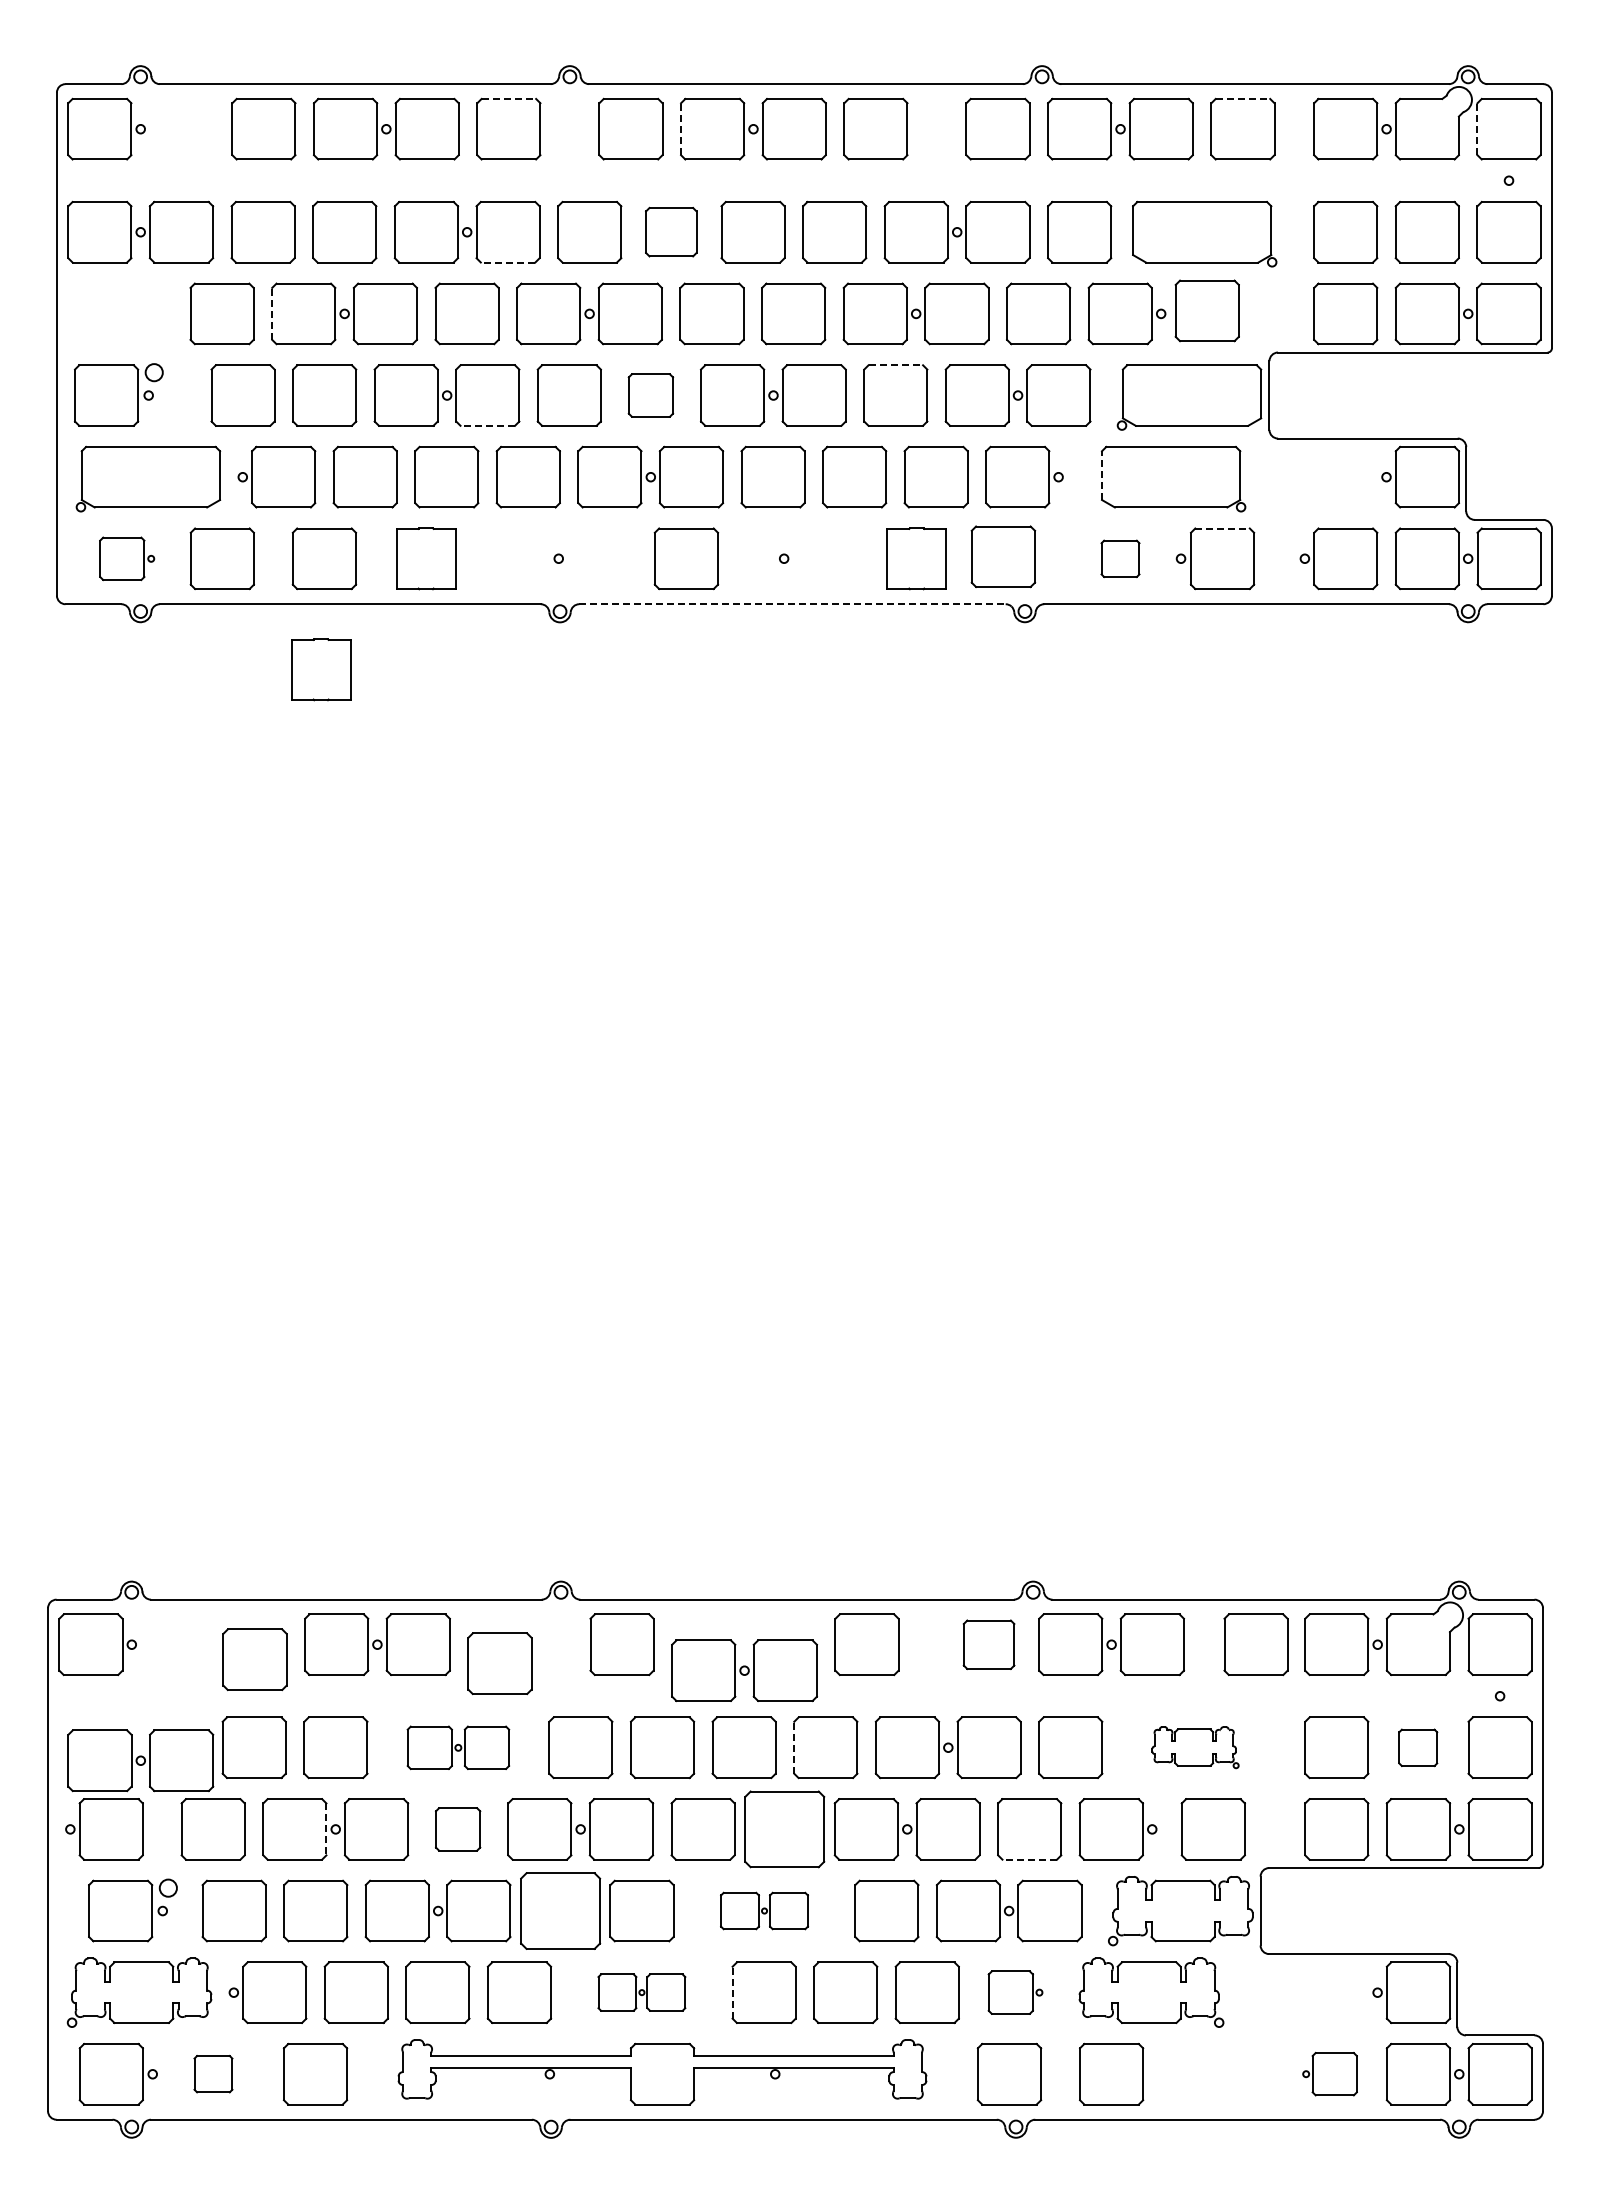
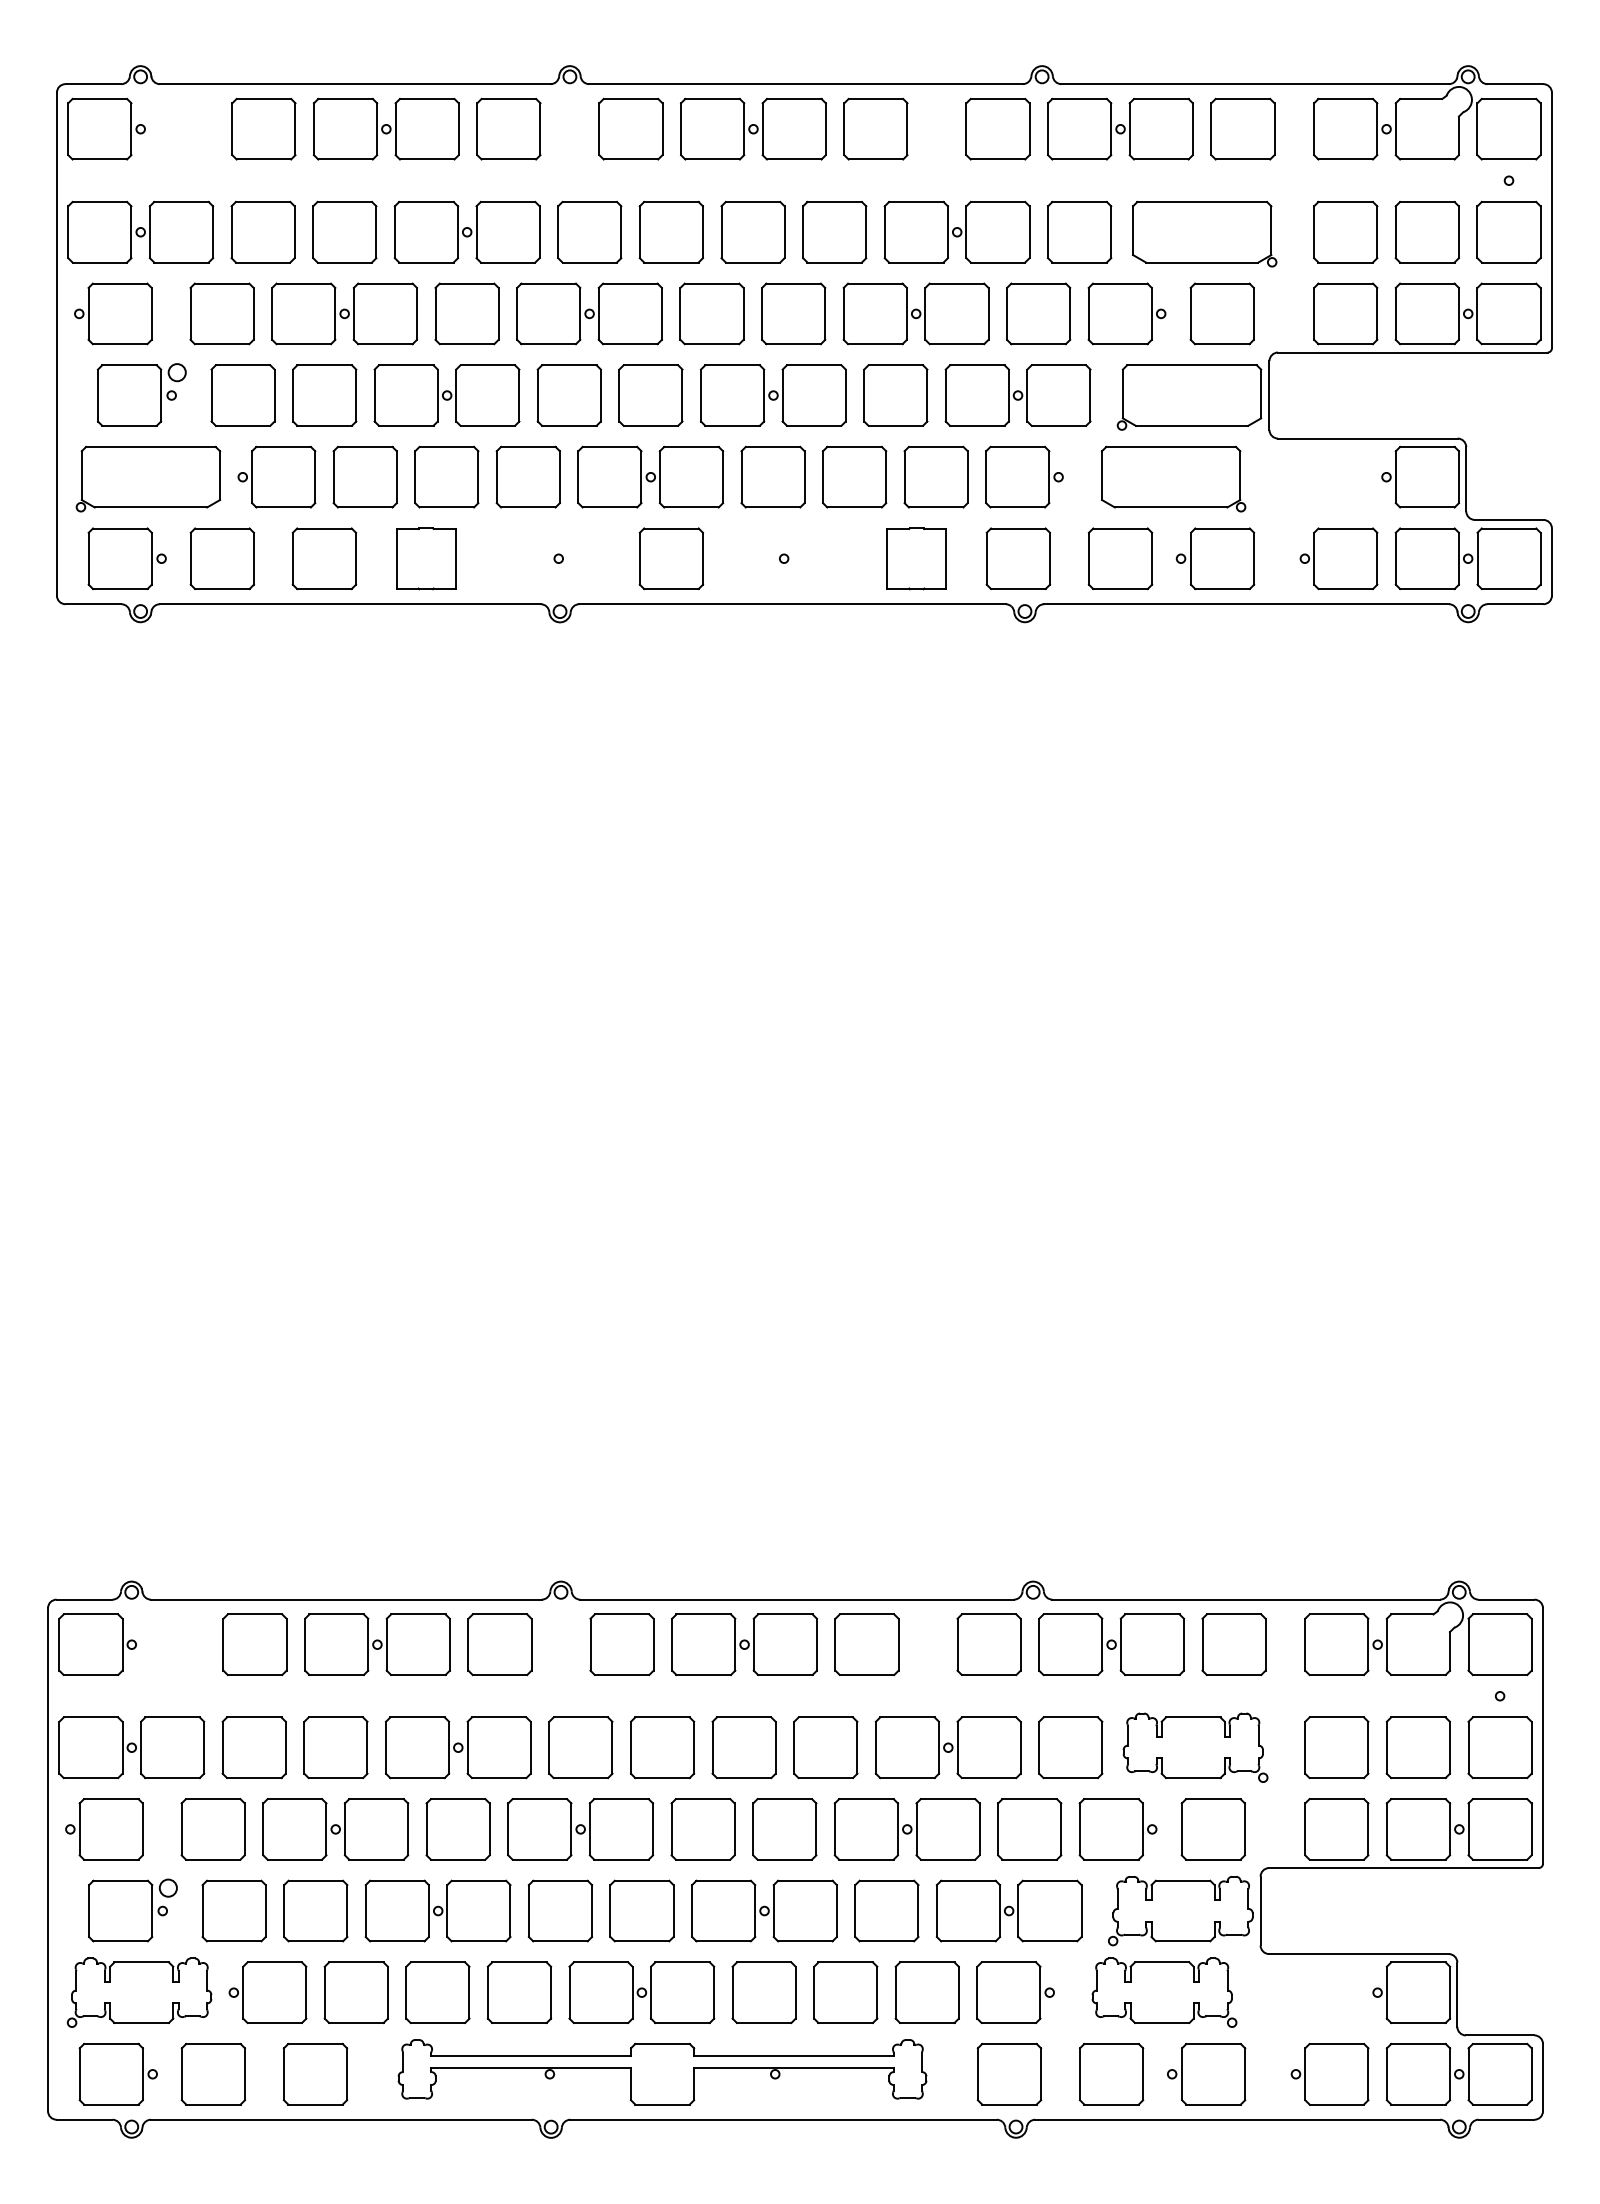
line at (509, 98): dashed -> solid
line at (1243, 98): dashed -> solid
line at (681, 129): dashed -> solid
line at (1477, 129): dashed -> solid
part at (671, 231) size: 53x52 px -> 66x64 px
line at (507, 262): dashed -> solid
part at (1206, 310) position: (1206, 310) -> (1221, 313)
part at (113, 313): none -> present
line at (272, 313): dashed -> solid
line at (896, 365): dashed -> solid
part at (118, 394) position: (118, 394) -> (141, 394)
part at (650, 395) size: 48x45 px -> 66x63 px
line at (487, 425): dashed -> solid
line at (1102, 475): dashed -> solid
line at (1223, 528): dashed -> solid
part at (1003, 556) position: (1003, 556) -> (1018, 558)
part at (127, 558) size: 57x46 px -> 80x64 px
part at (686, 558) position: (686, 558) -> (671, 558)
part at (1120, 558) size: 41x39 px -> 67x64 px
line at (793, 604): dashed -> solid
part at (321, 669): present -> none
part at (988, 1644) size: 54x52 px -> 66x64 px
part at (1255, 1644) position: (1255, 1644) -> (1233, 1644)
part at (254, 1659) position: (254, 1659) -> (254, 1644)
part at (499, 1663) position: (499, 1663) -> (499, 1644)
part at (744, 1670) position: (744, 1670) -> (744, 1644)
part at (458, 1747) size: 105x46 px -> 147x64 px
line at (794, 1747): dashed -> solid
part at (1195, 1747) size: 89x44 px -> 147x71 px
part at (1418, 1747) size: 41x40 px -> 66x64 px
part at (140, 1760) position: (140, 1760) -> (131, 1747)
line at (326, 1829): dashed -> solid
part at (458, 1829) size: 47x45 px -> 66x63 px
part at (784, 1829) size: 82x79 px -> 66x63 px
line at (1029, 1859): dashed -> solid
part at (560, 1910) size: 82x78 px -> 66x64 px
part at (764, 1910) size: 89x40 px -> 147x64 px
part at (641, 1992) size: 90x39 px -> 148x63 px
line at (732, 1992): dashed -> solid
part at (1015, 1992) size: 57x45 px -> 79x63 px
part at (1151, 1992) position: (1151, 1992) -> (1164, 1992)
part at (1206, 2073): none -> present
part at (1329, 2073) size: 56x46 px -> 80x64 px
part at (213, 2074) size: 41x39 px -> 67x64 px
